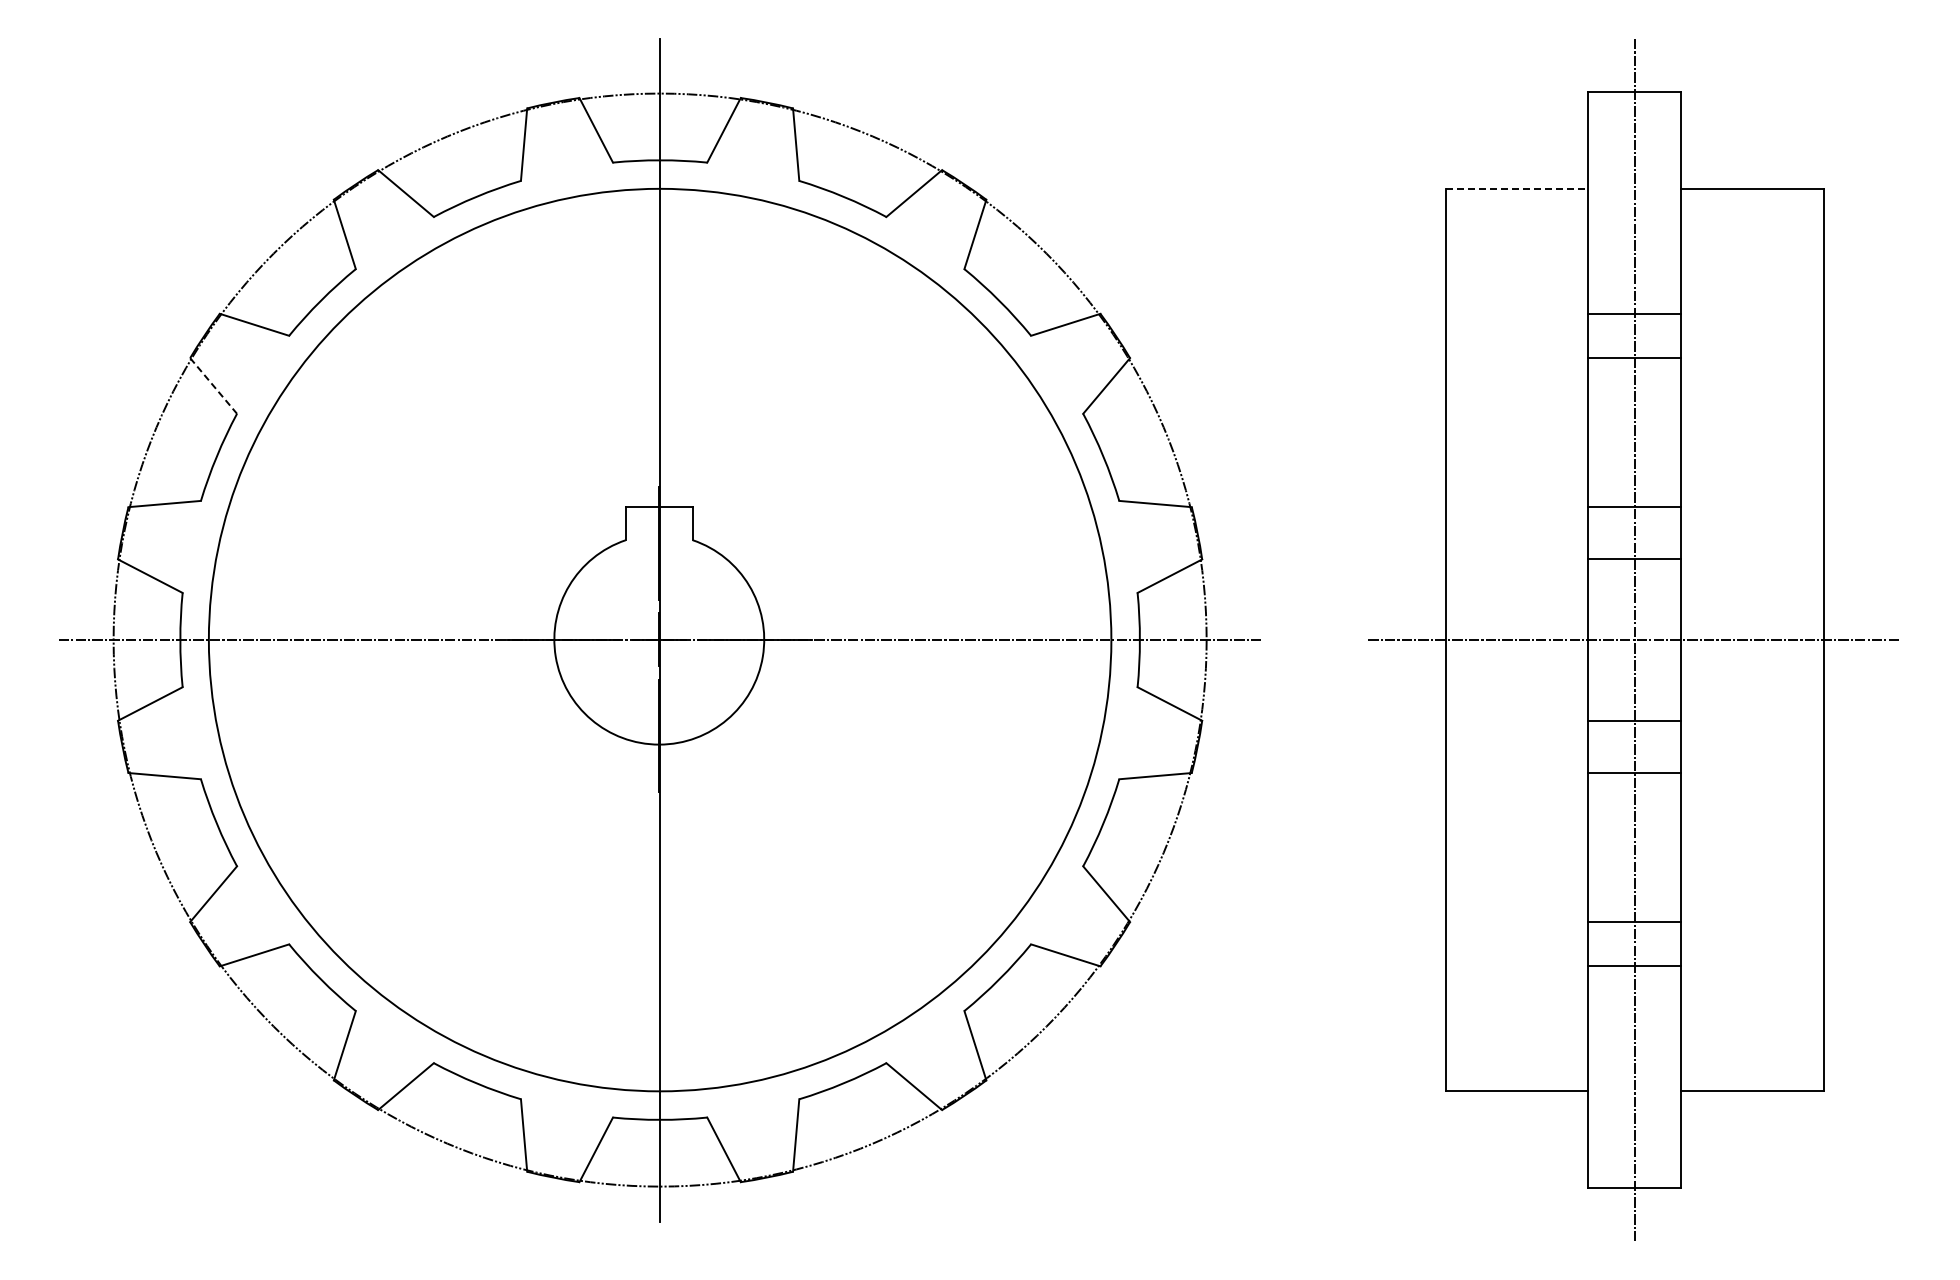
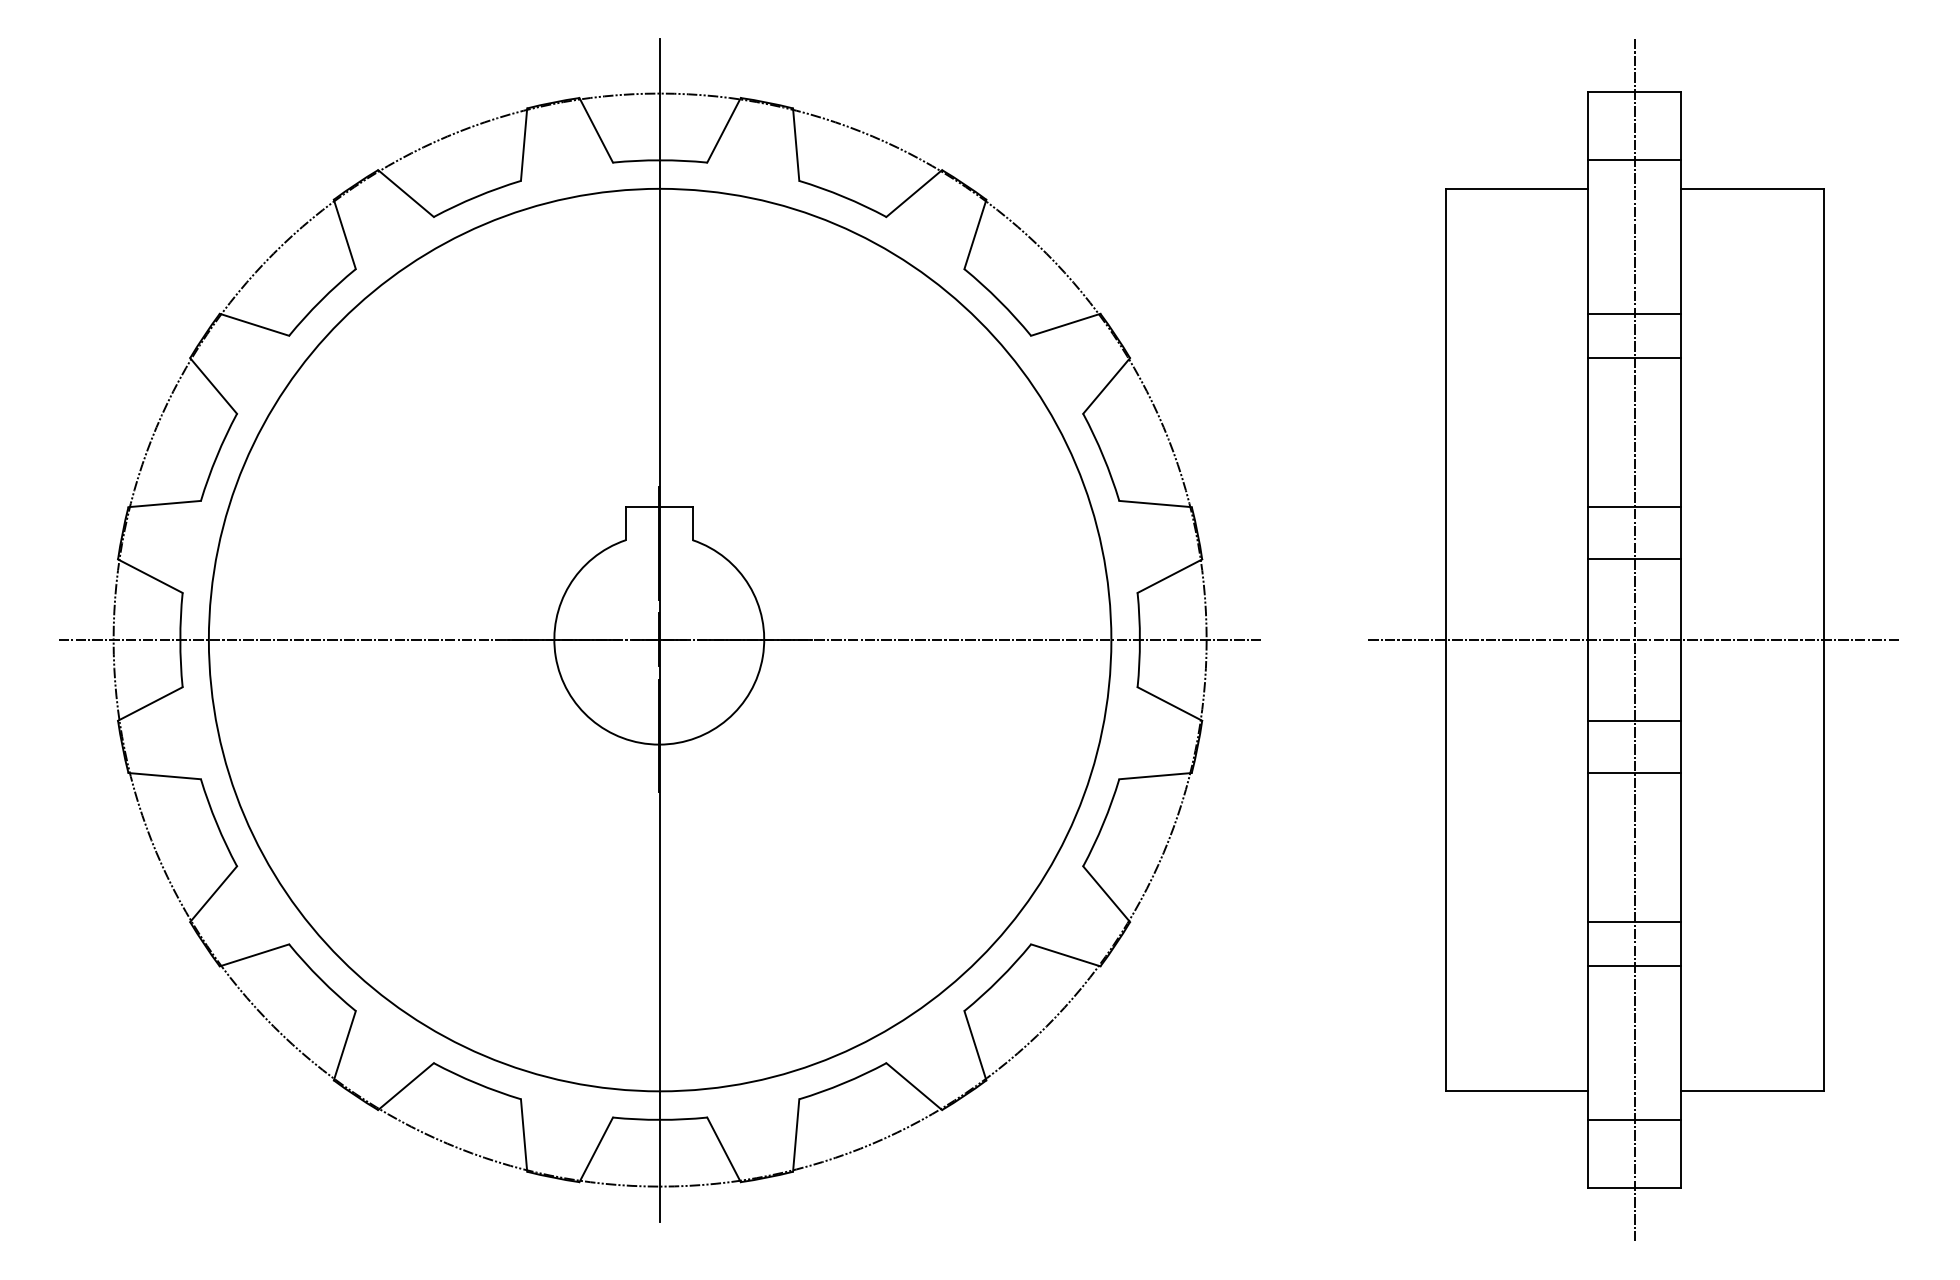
line at (1634, 160): none -> present
line at (1517, 188): dashed -> solid
line at (213, 386): dashed -> solid
line at (1634, 1119): none -> present
